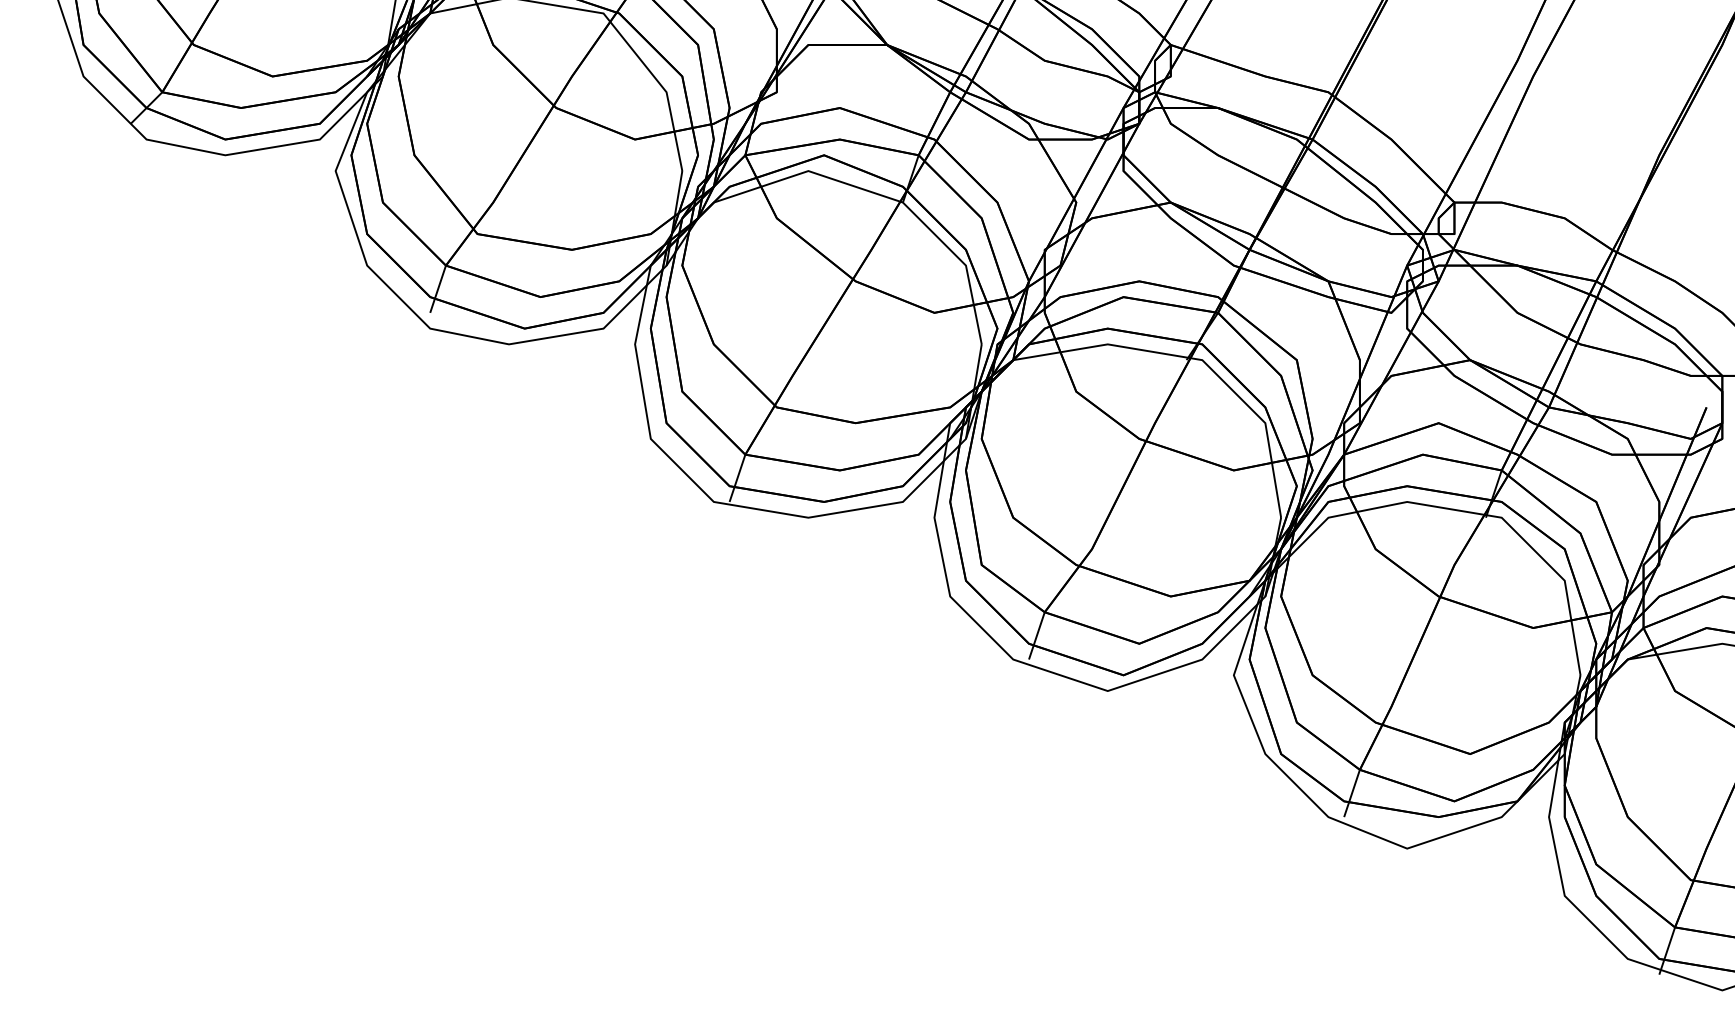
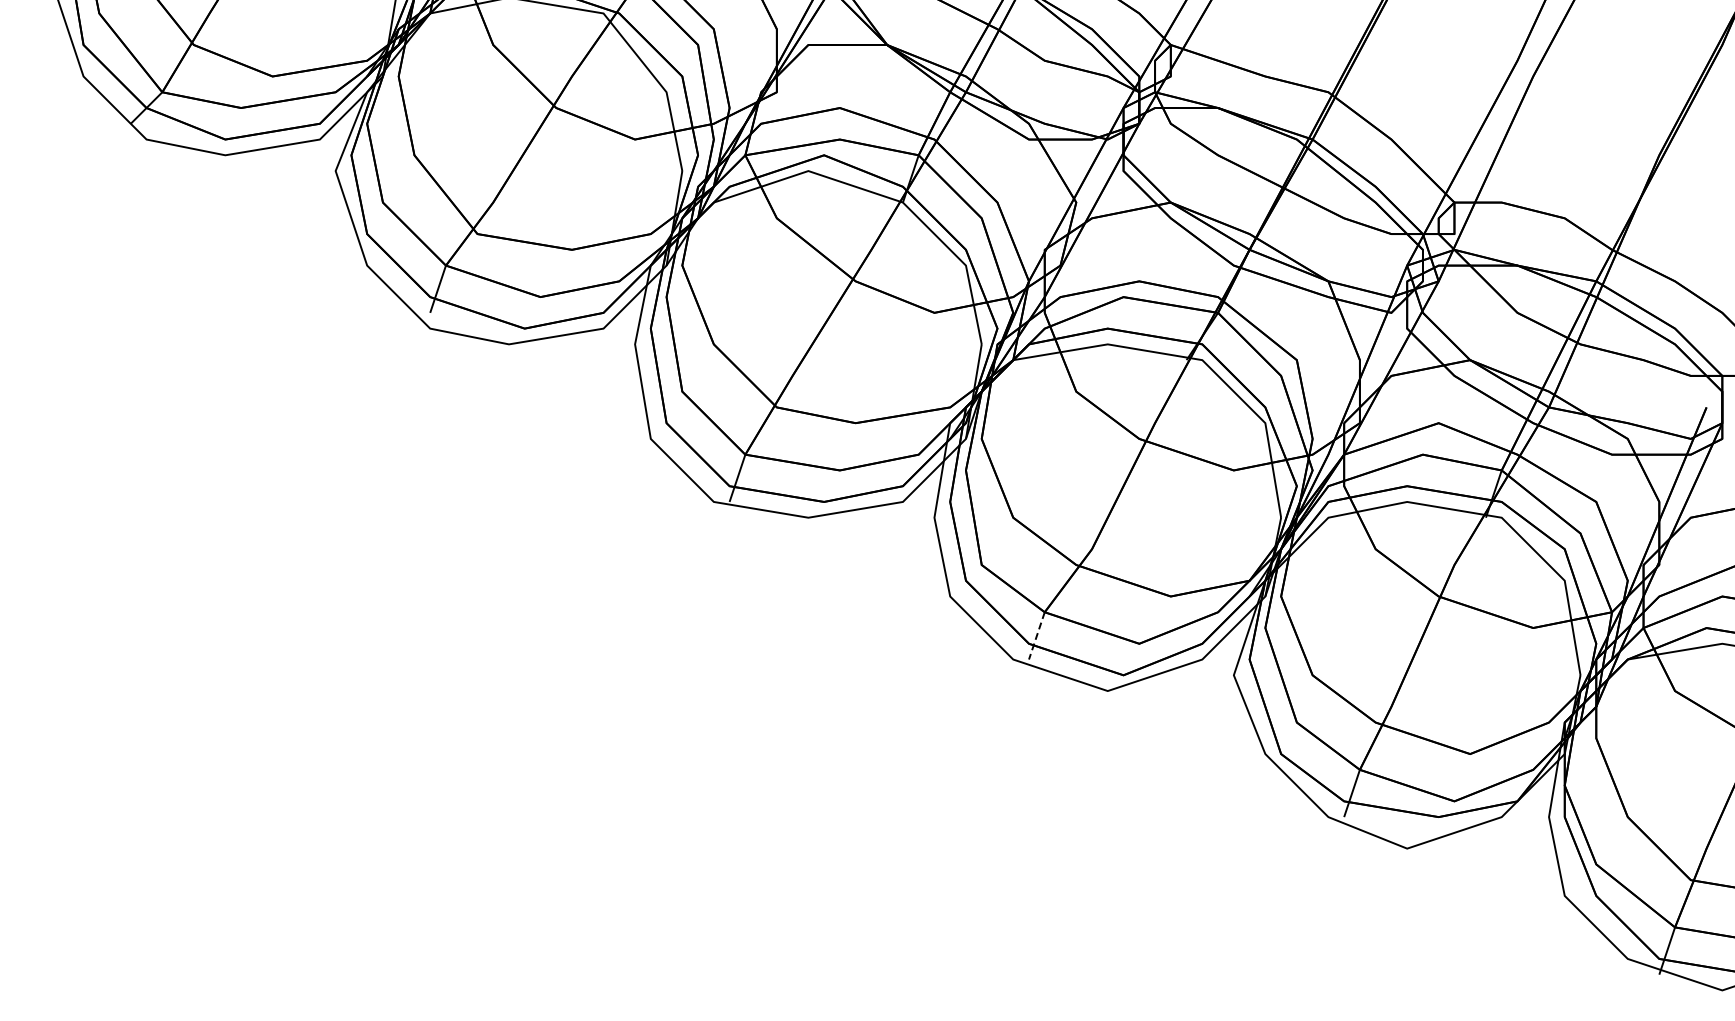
line at (1036, 635): solid -> dashed
